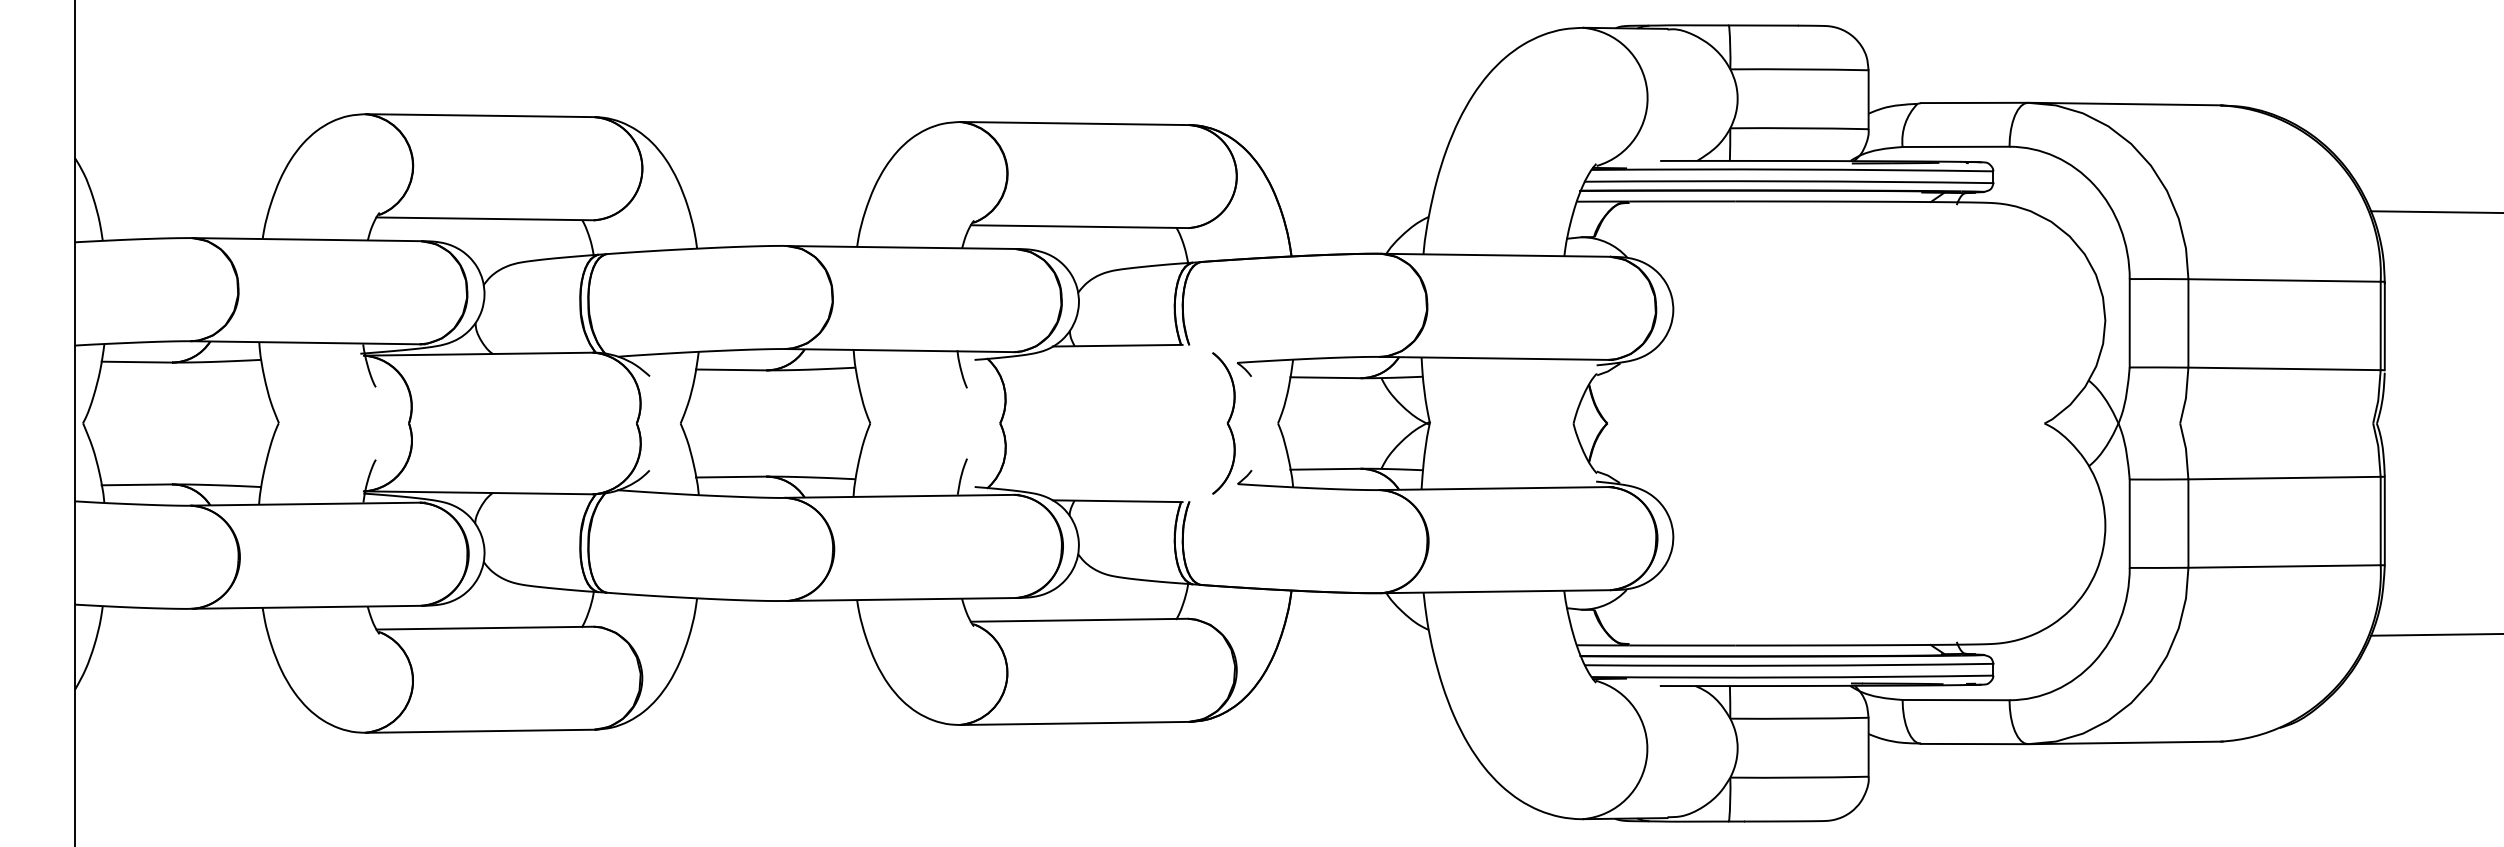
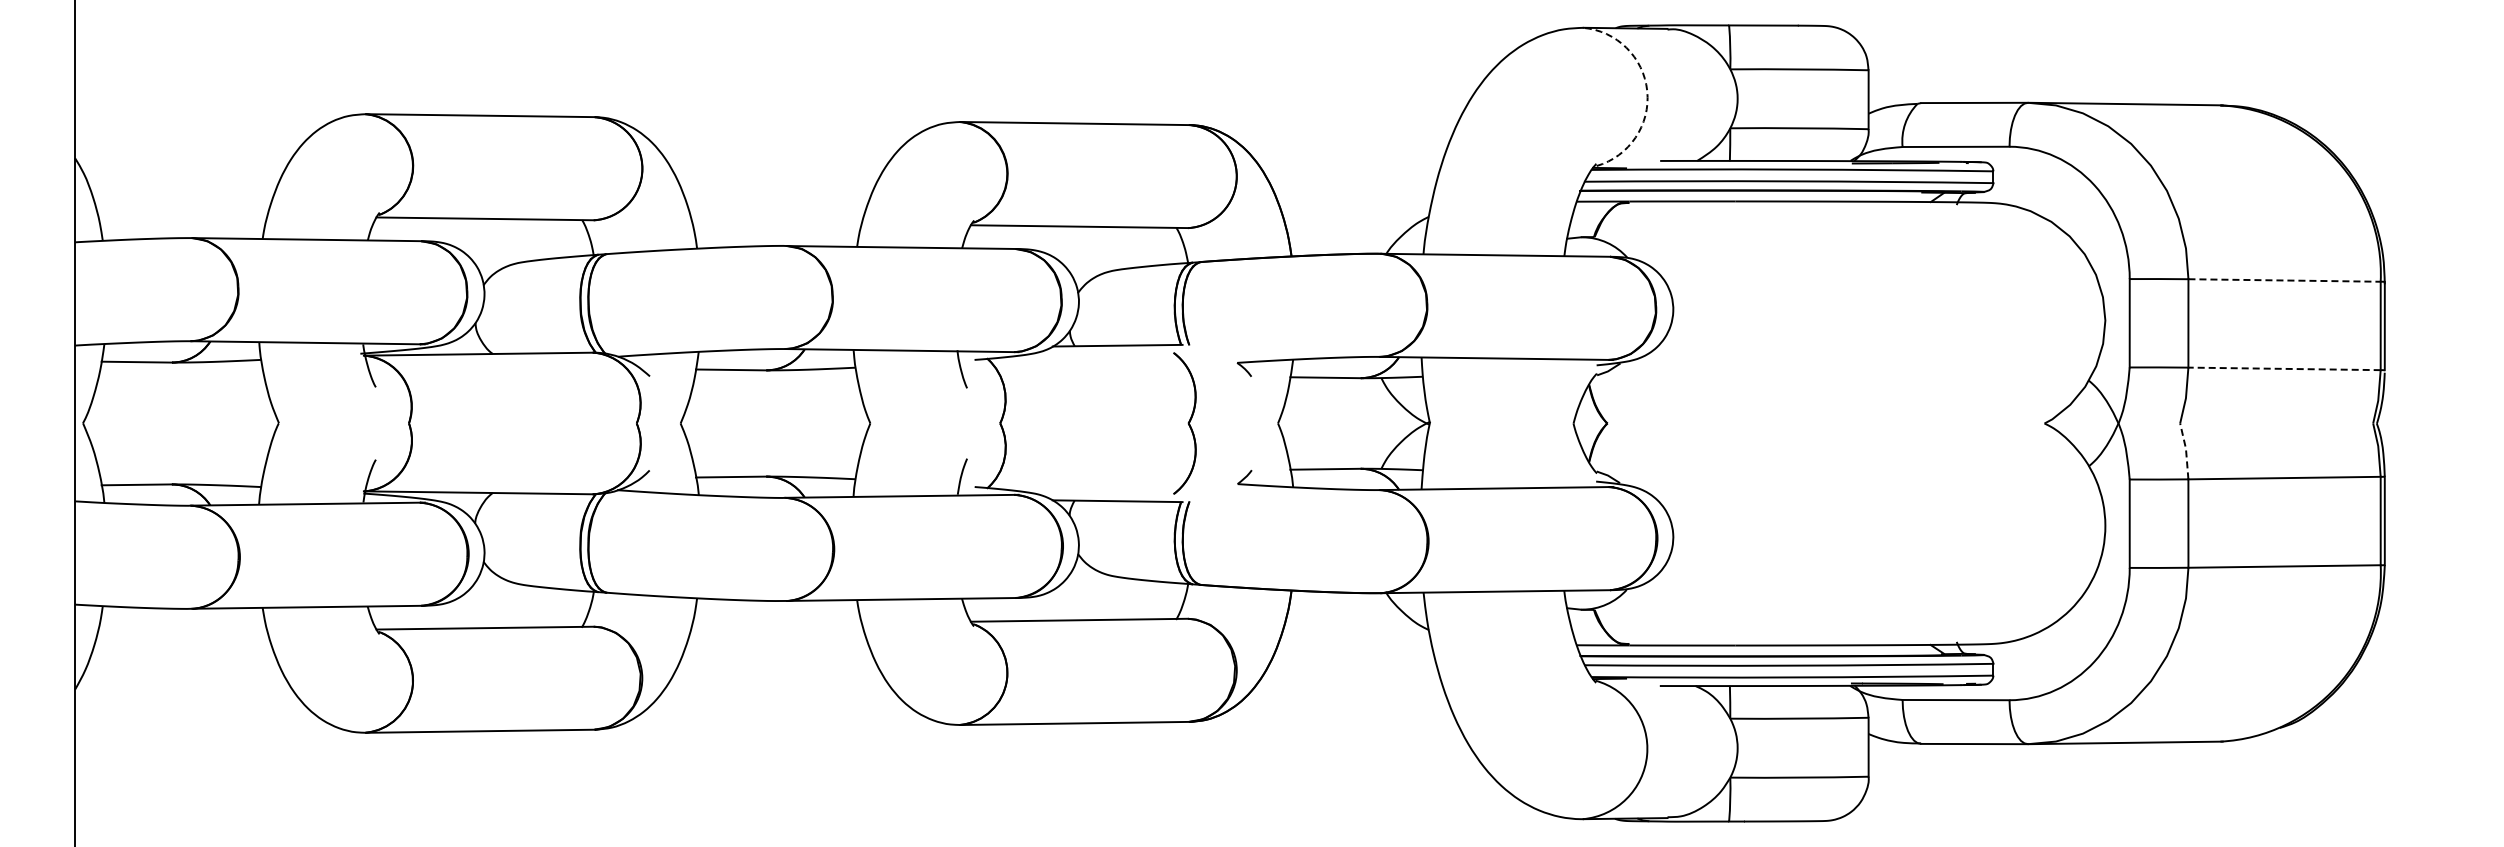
arc at (1647, 91): solid -> dashed
line at (2435, 211): present -> none
line at (2285, 280): solid -> dashed
line at (2284, 368): solid -> dashed
part at (1223, 423) position: (1223, 423) -> (1184, 423)
line at (2186, 450): solid -> dashed
line at (2435, 634): present -> none
